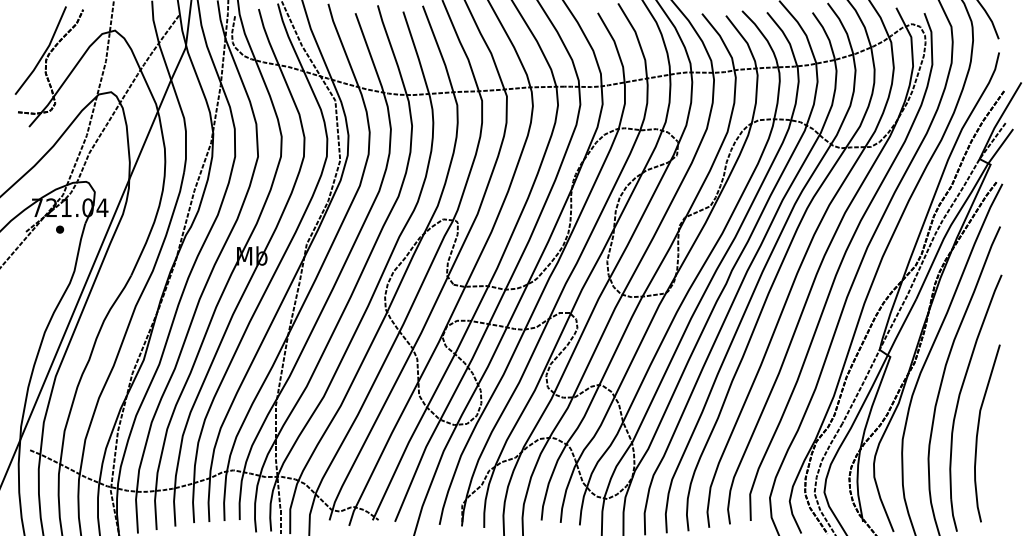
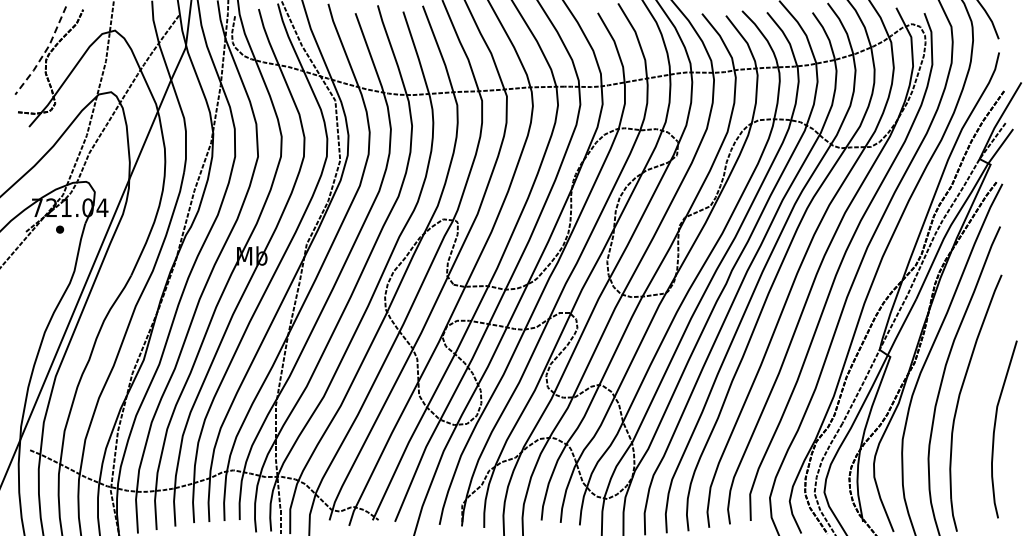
line at (44, 52): solid -> dashed
curve at (978, 433) position: (978, 433) -> (995, 429)
